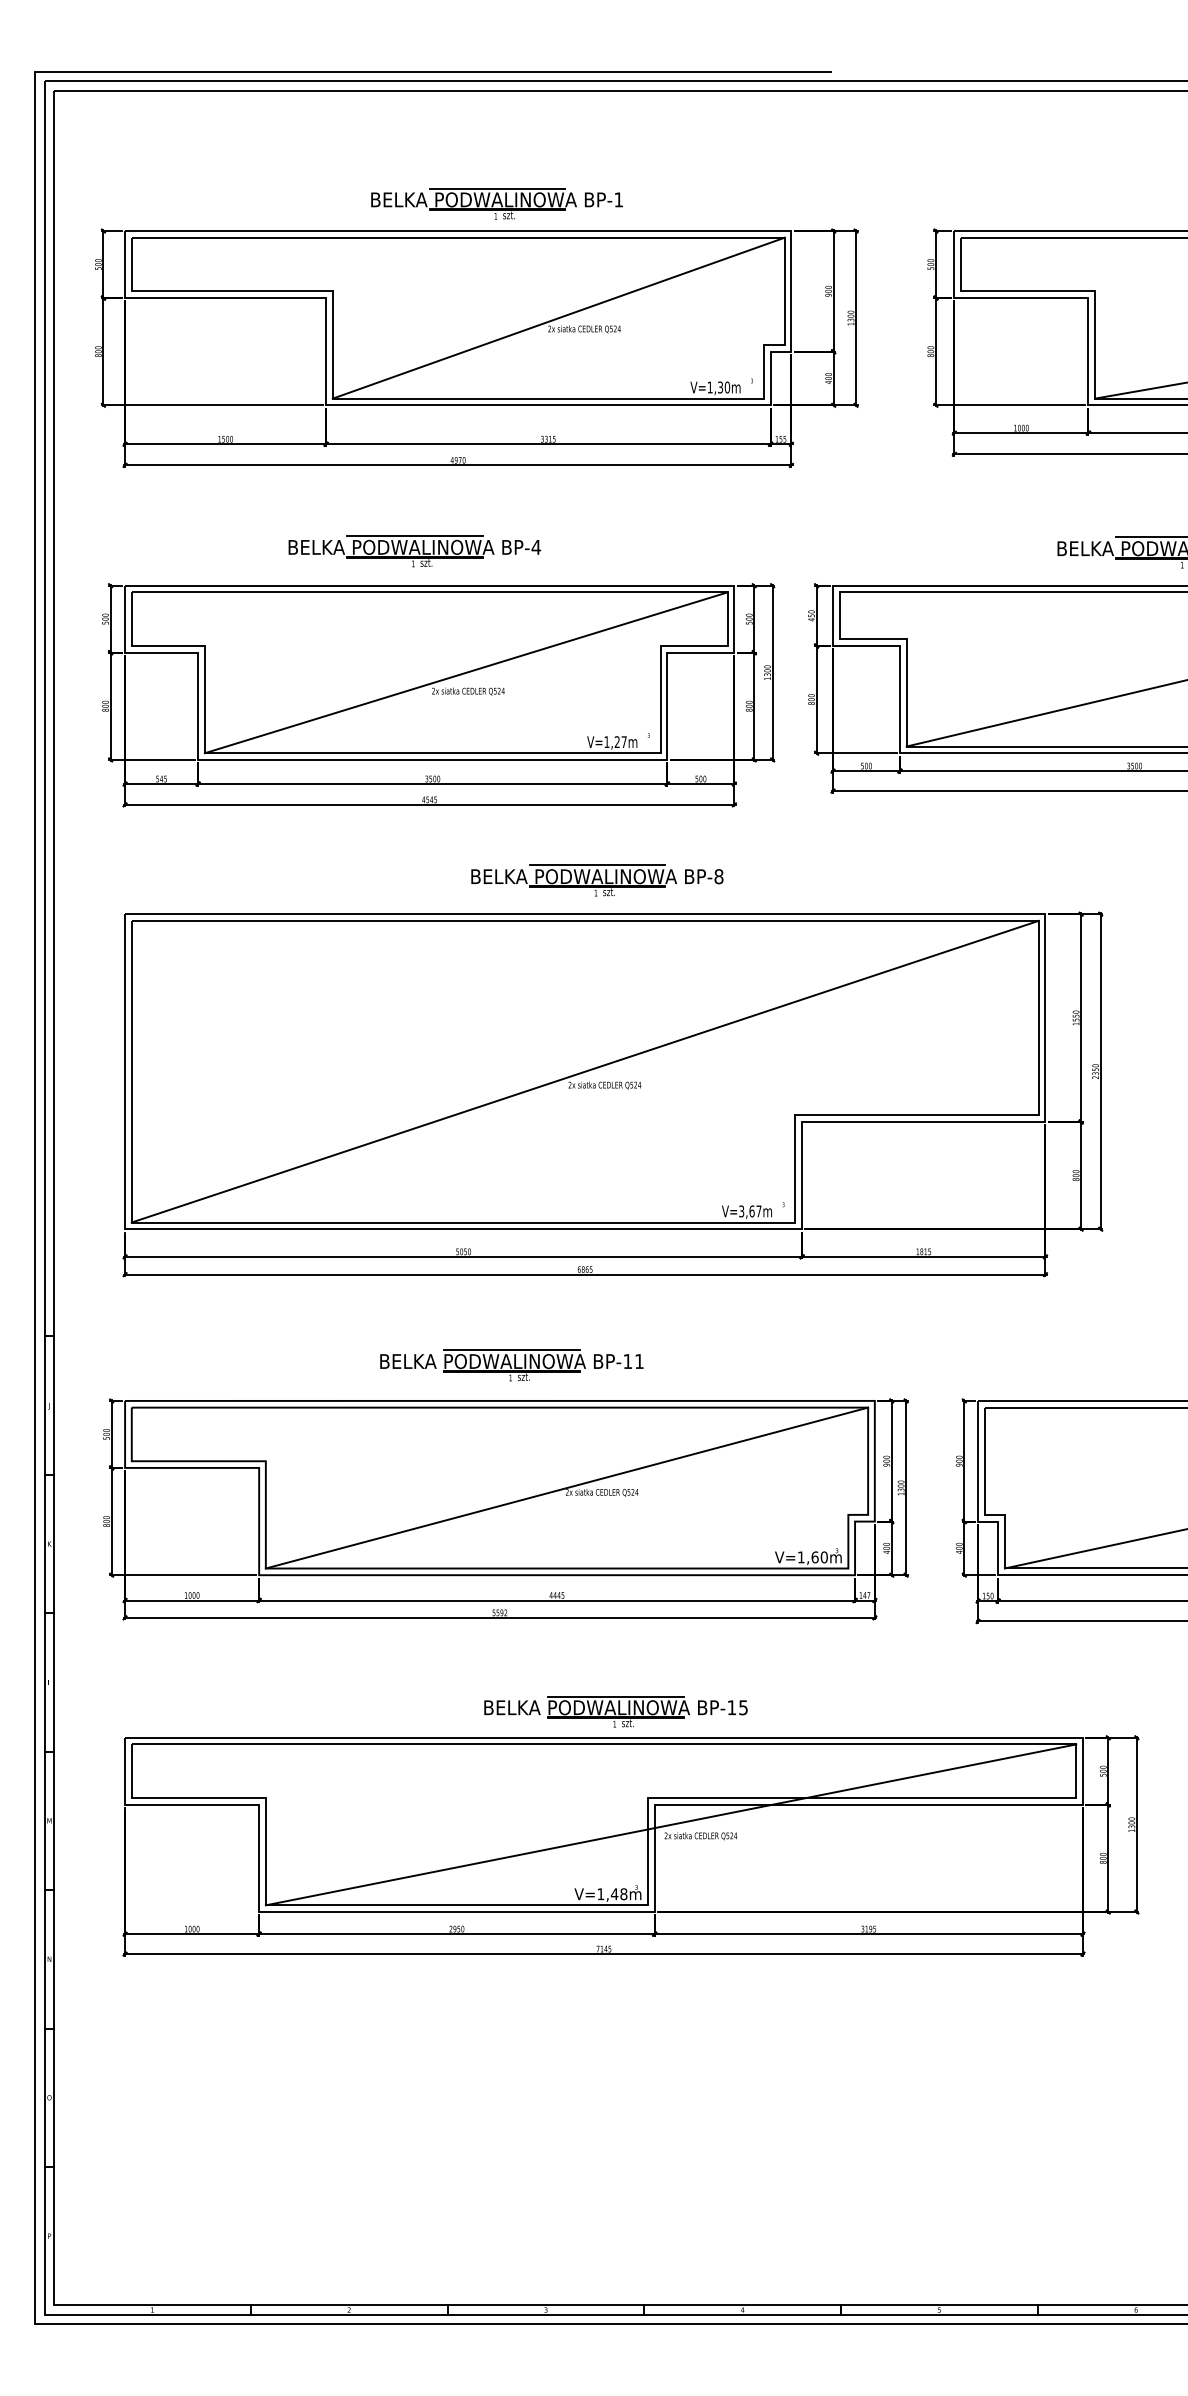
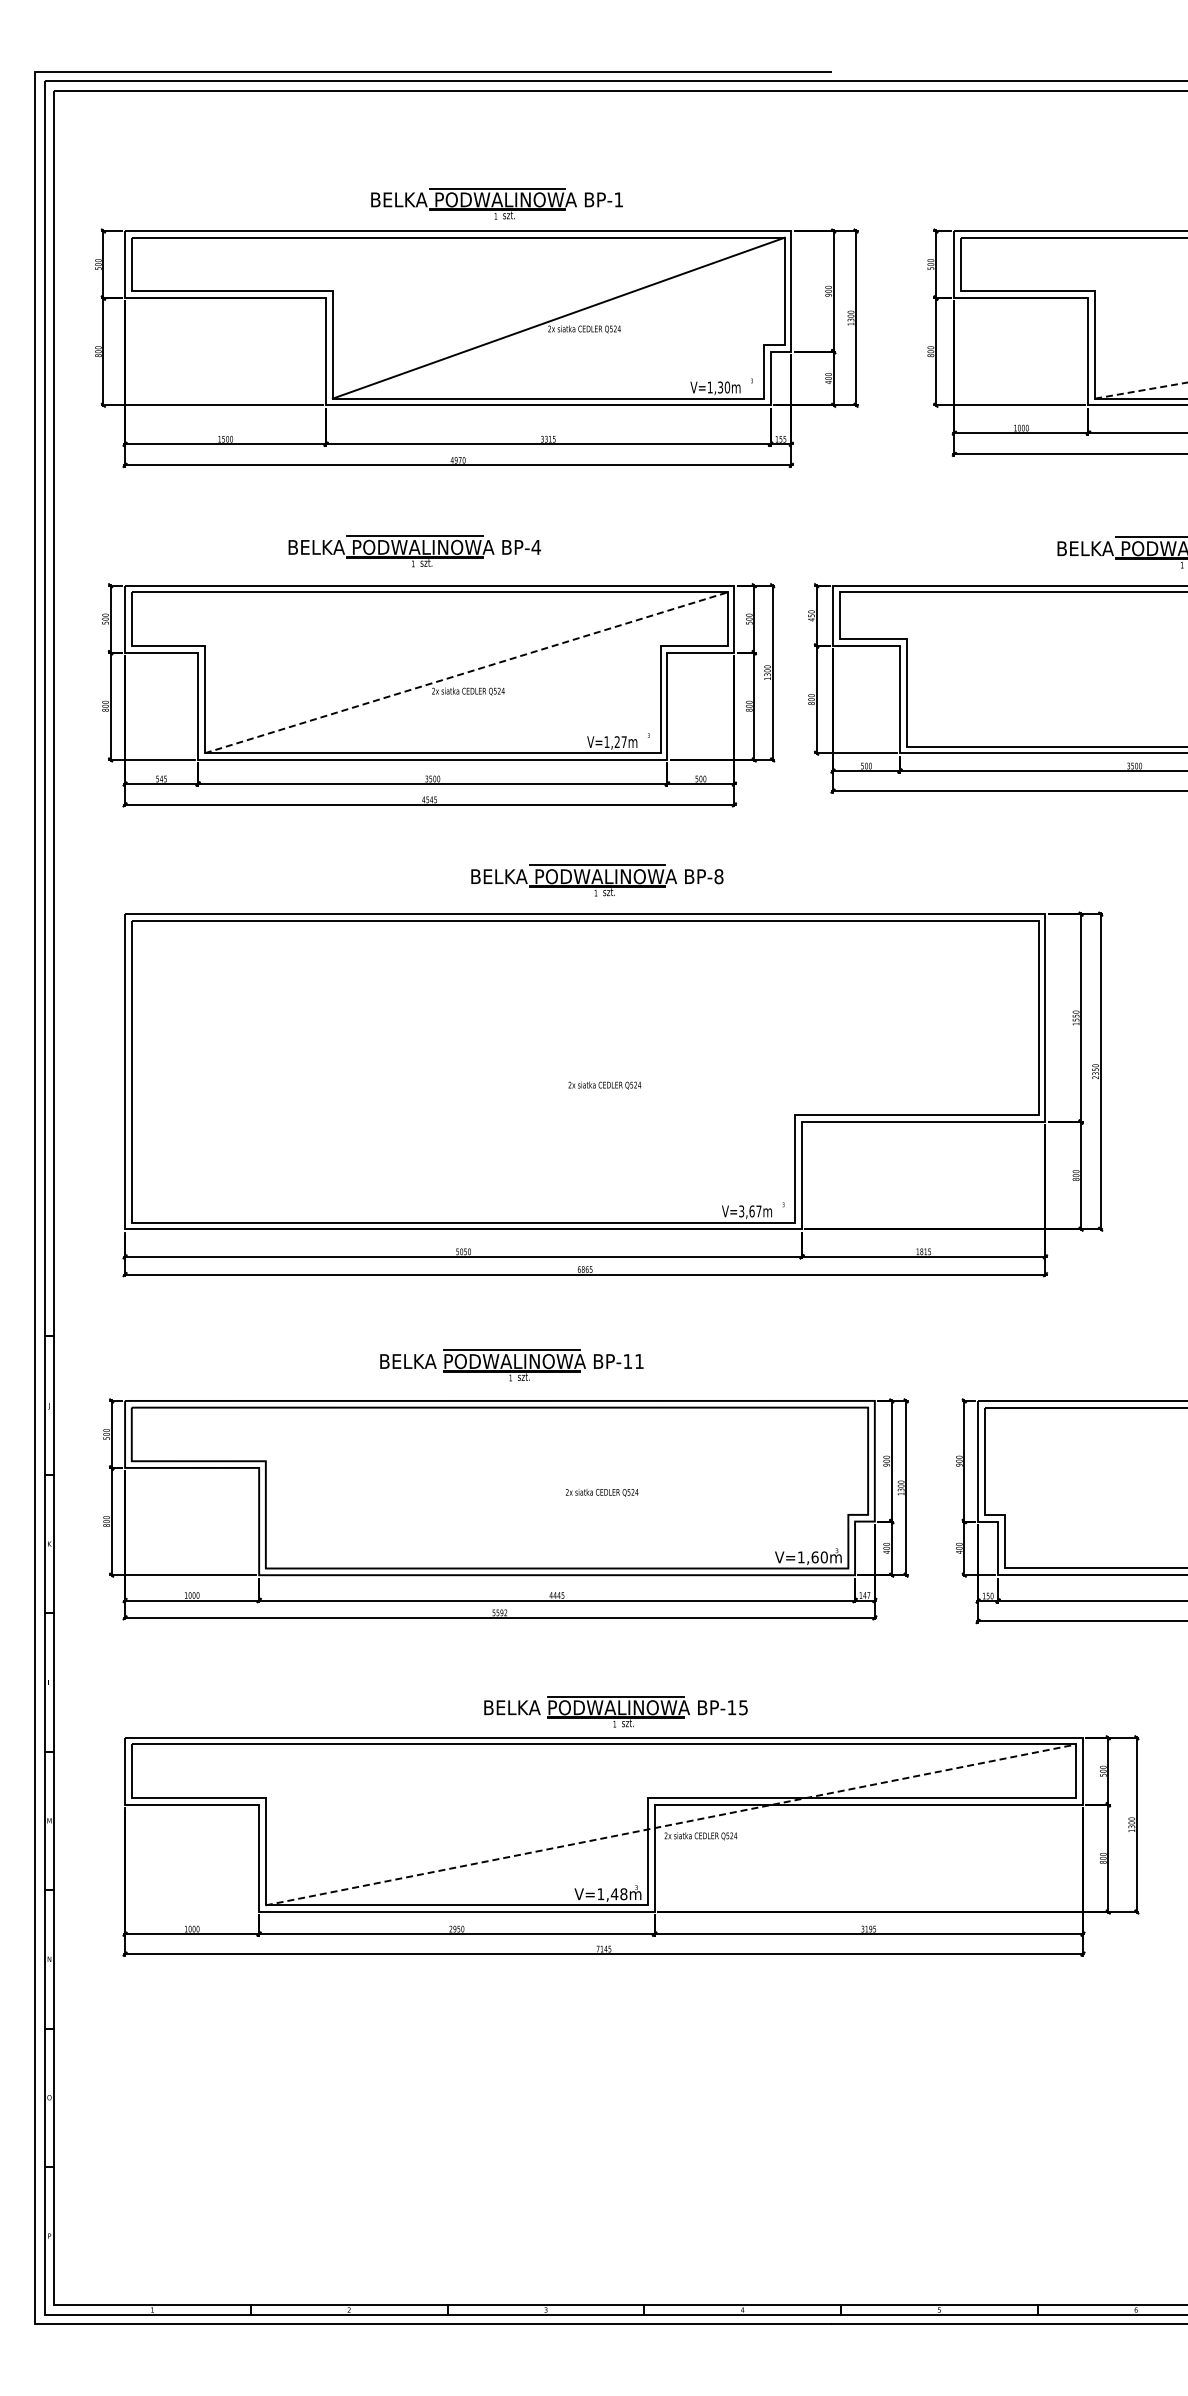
line at (1141, 390): solid -> dashed
line at (466, 672): solid -> dashed
line at (1045, 713): present -> none
line at (584, 1071): present -> none
line at (566, 1487): present -> none
line at (1094, 1548): present -> none
line at (671, 1824): solid -> dashed
